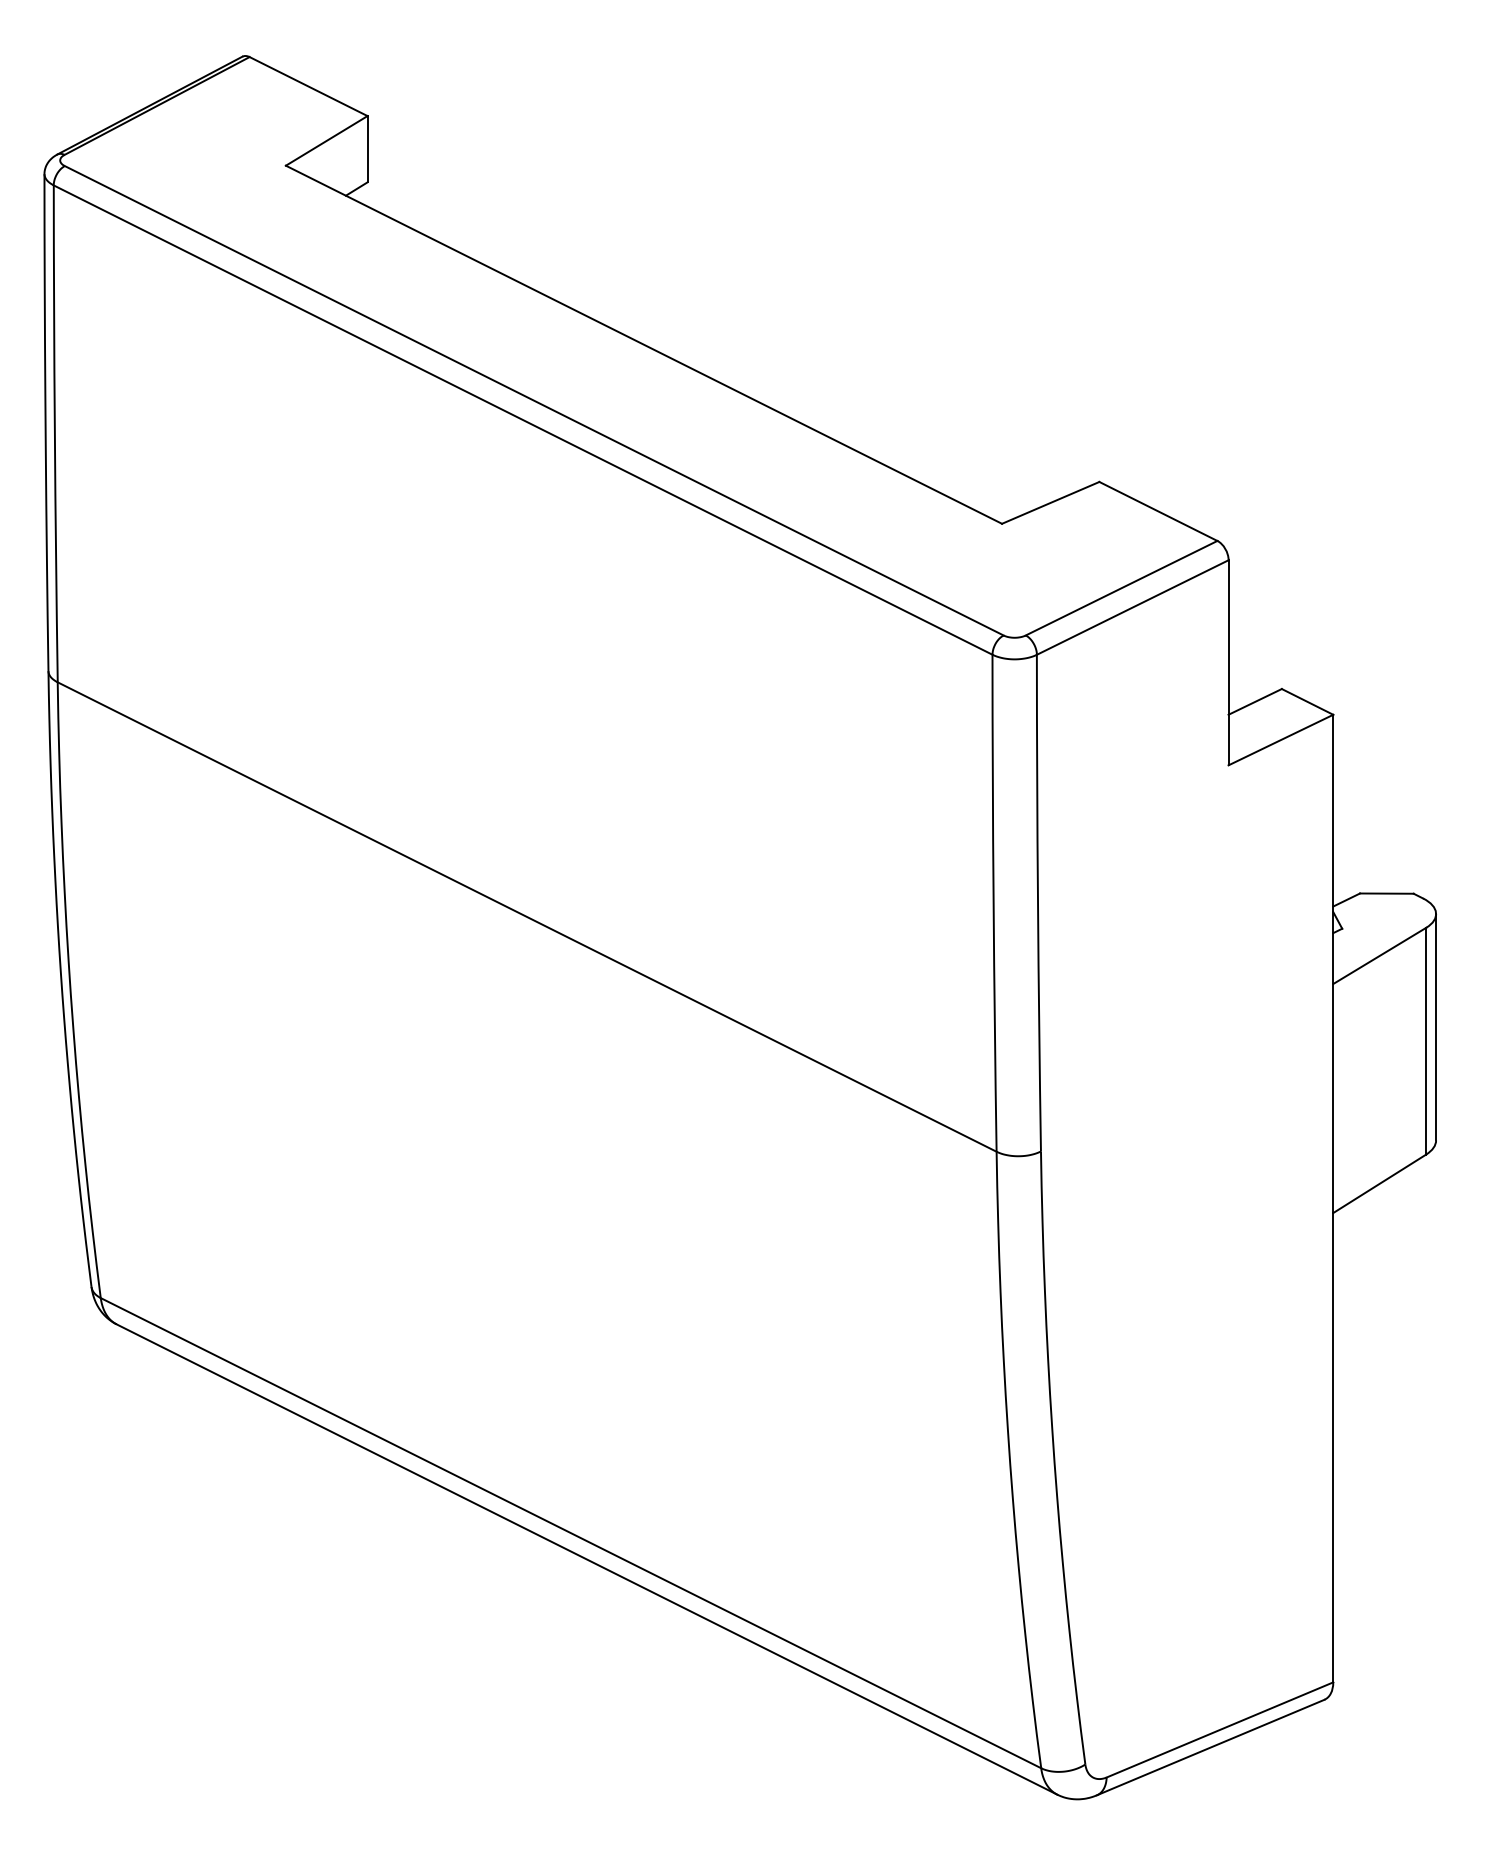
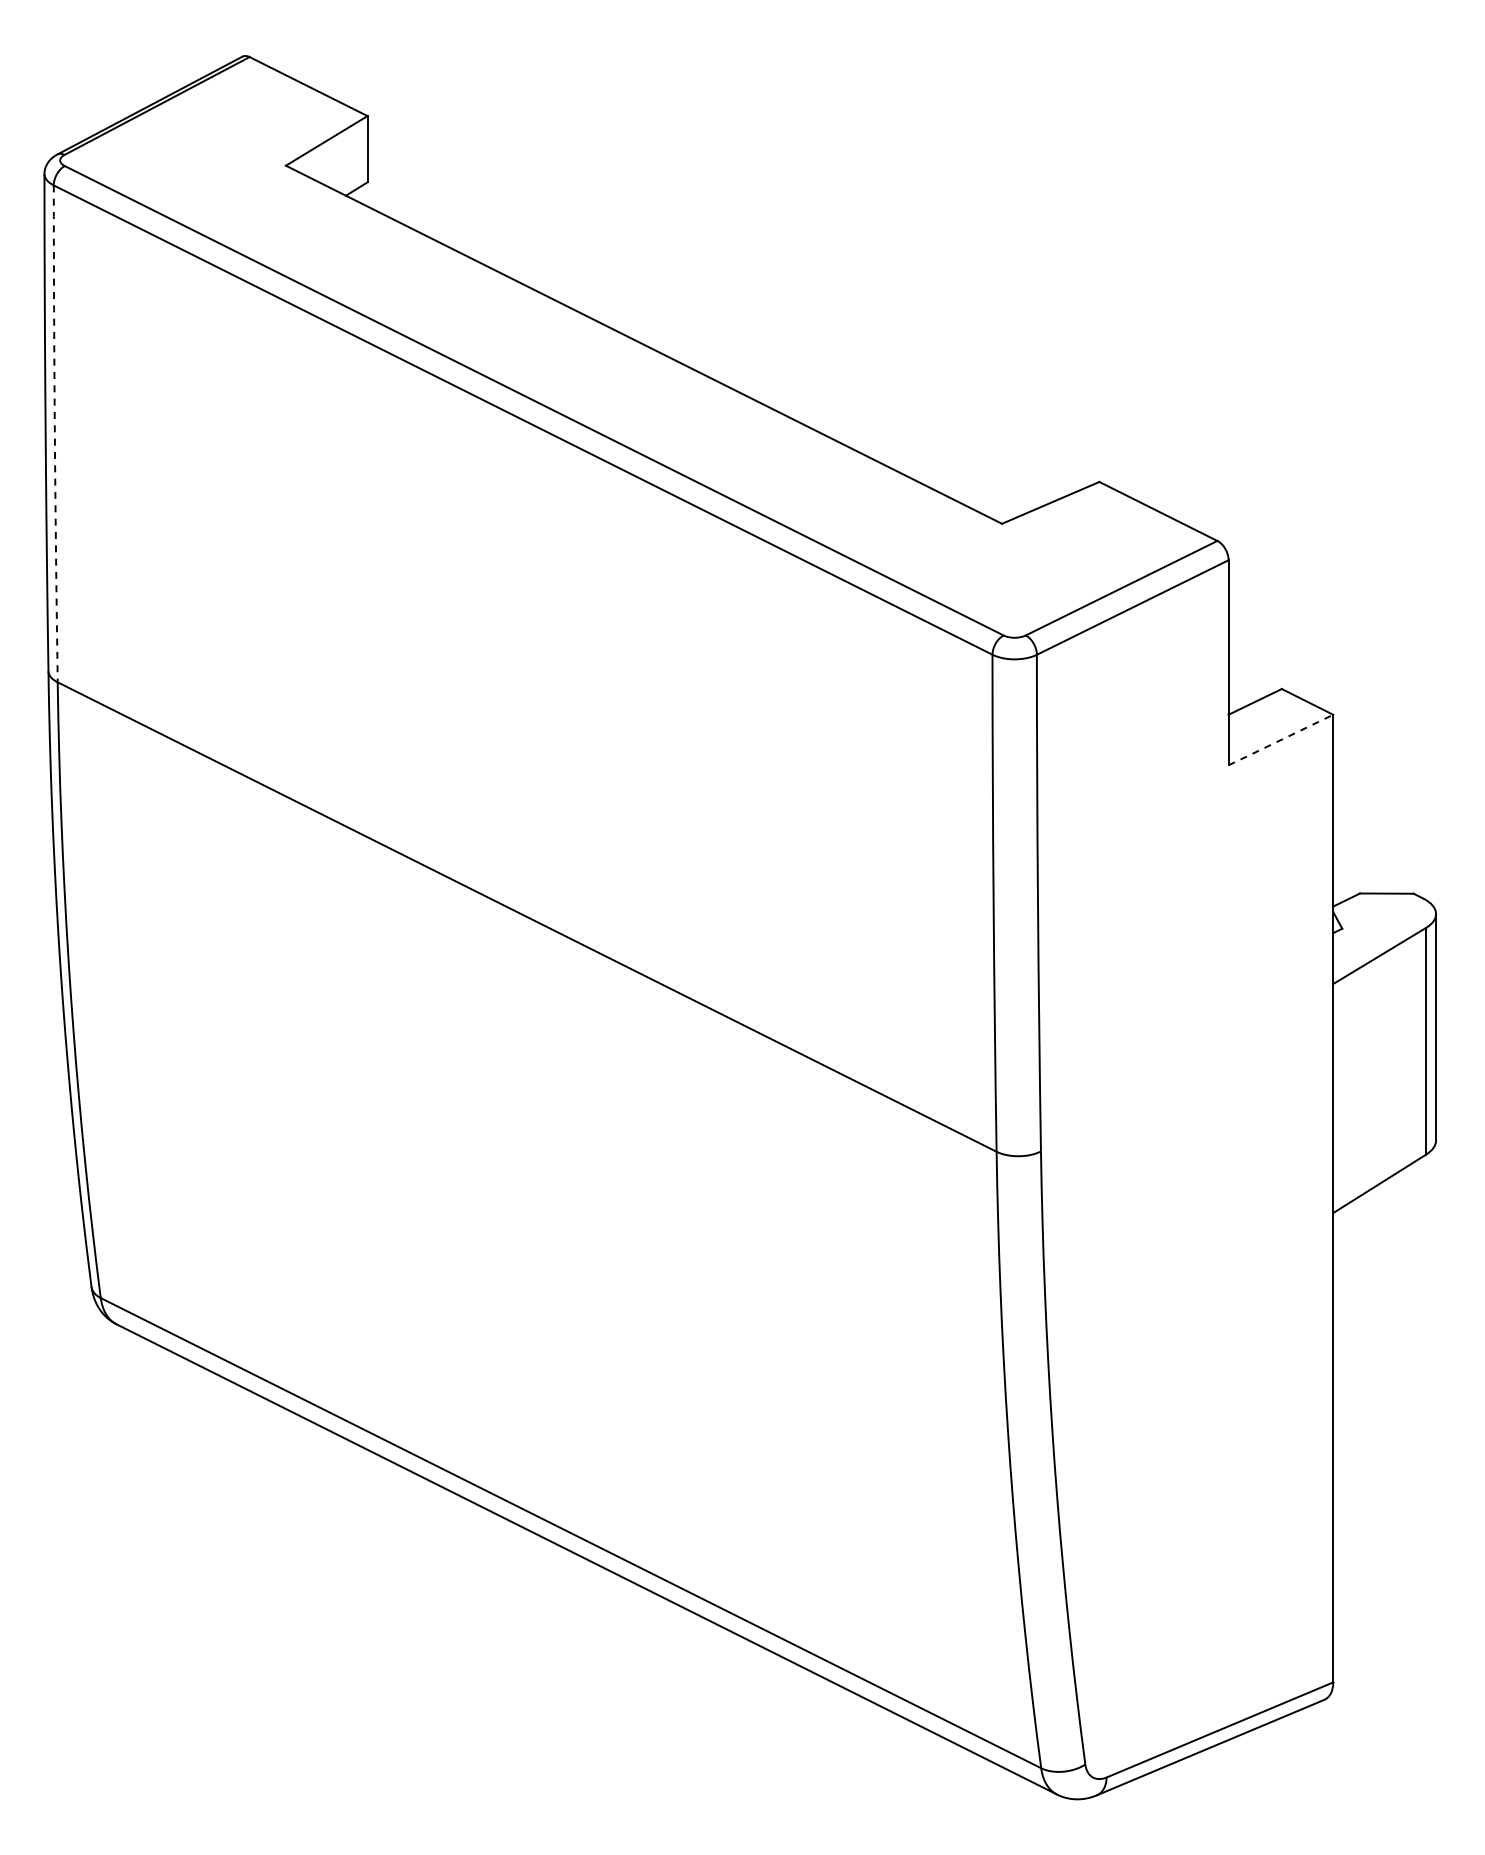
arc at (54, 433): solid -> dashed
line at (1281, 739): solid -> dashed
